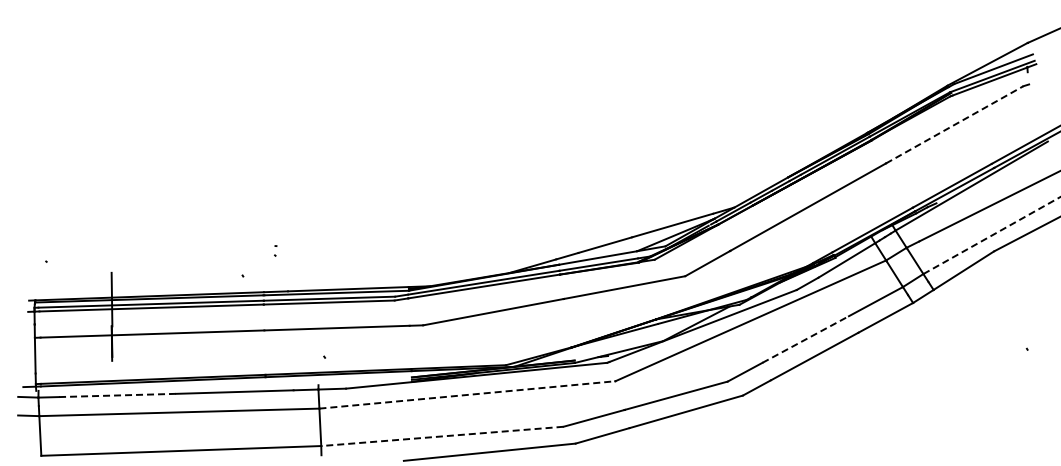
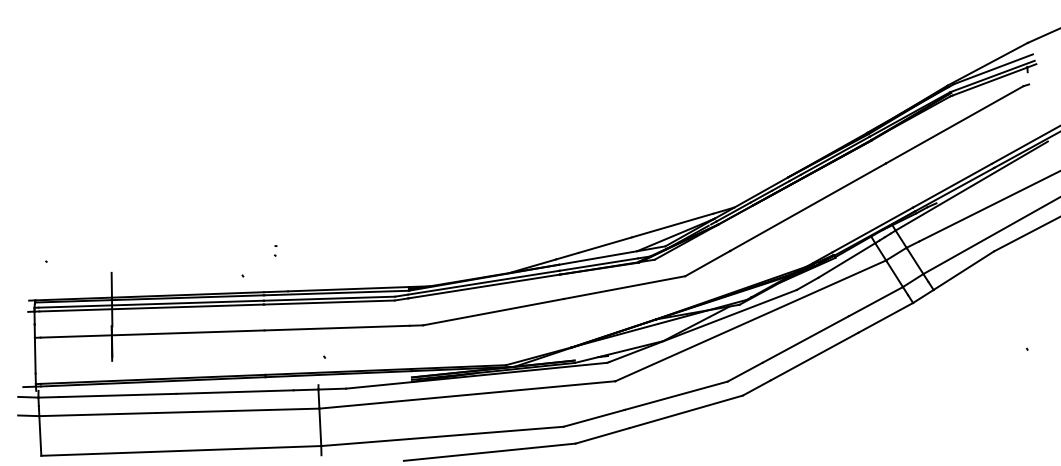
line at (954, 124): dashed -> solid
line at (991, 235): dashed -> solid
line at (806, 339): dashed -> solid
line at (467, 394): dashed -> solid
line at (117, 395): dashed -> solid
line at (442, 436): dashed -> solid
